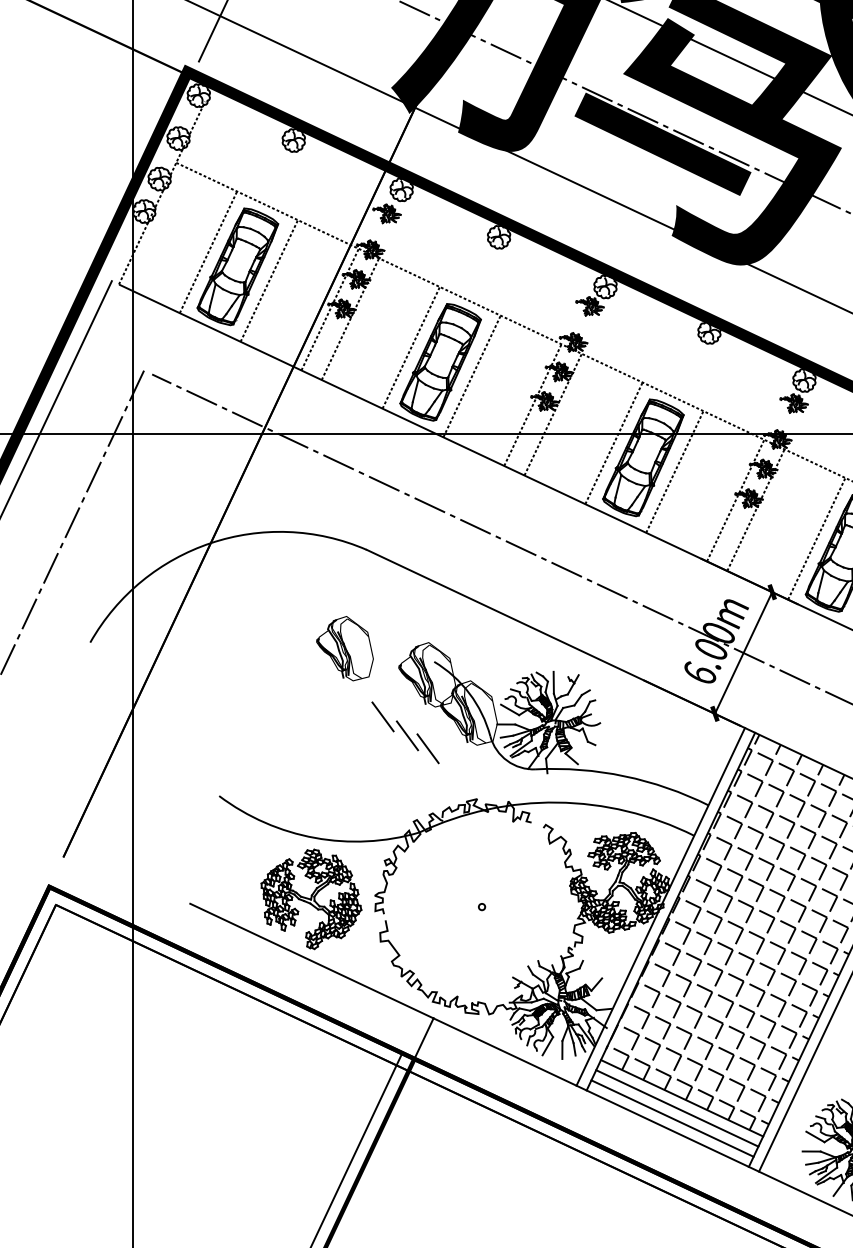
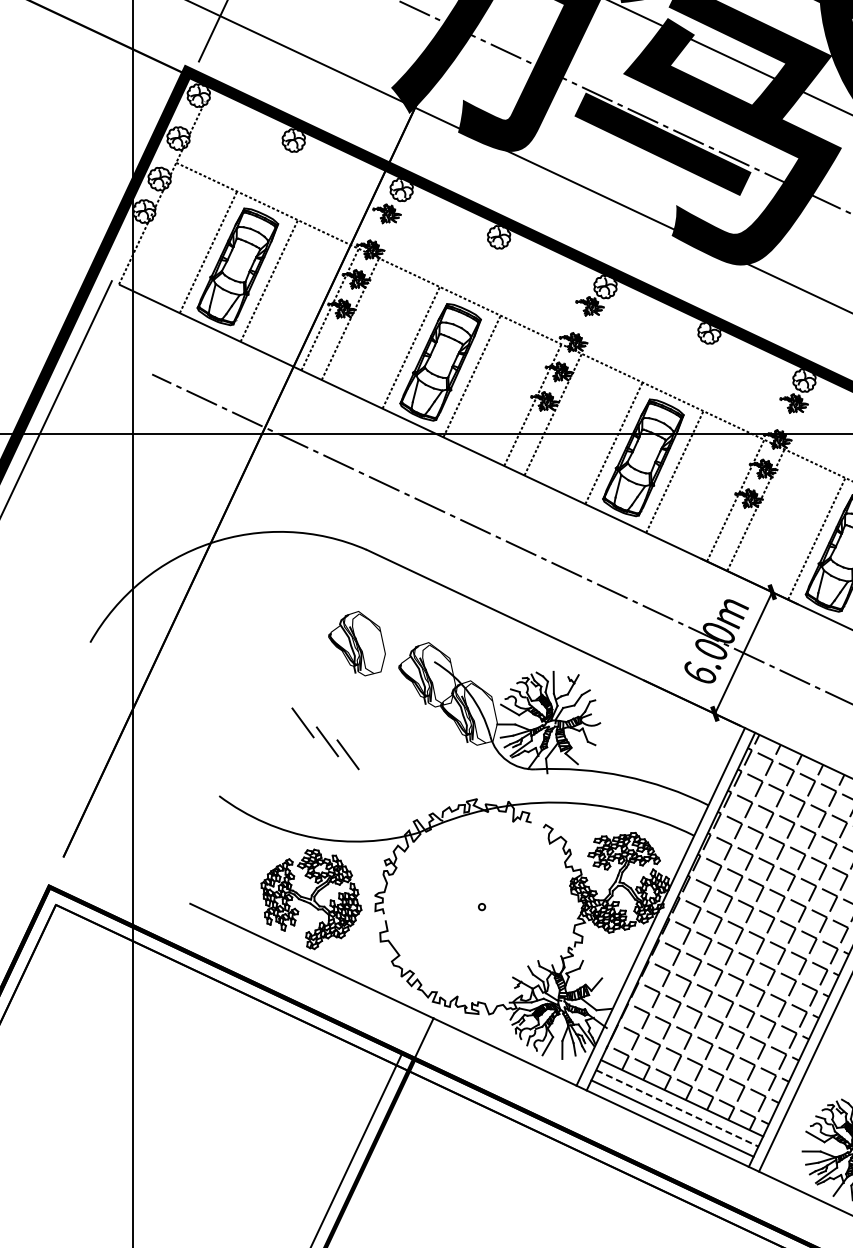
line at (73, 520): present -> none
part at (344, 648) position: (344, 648) -> (356, 643)
part at (405, 732) position: (405, 732) -> (325, 738)
line at (677, 1108): solid -> dashed
